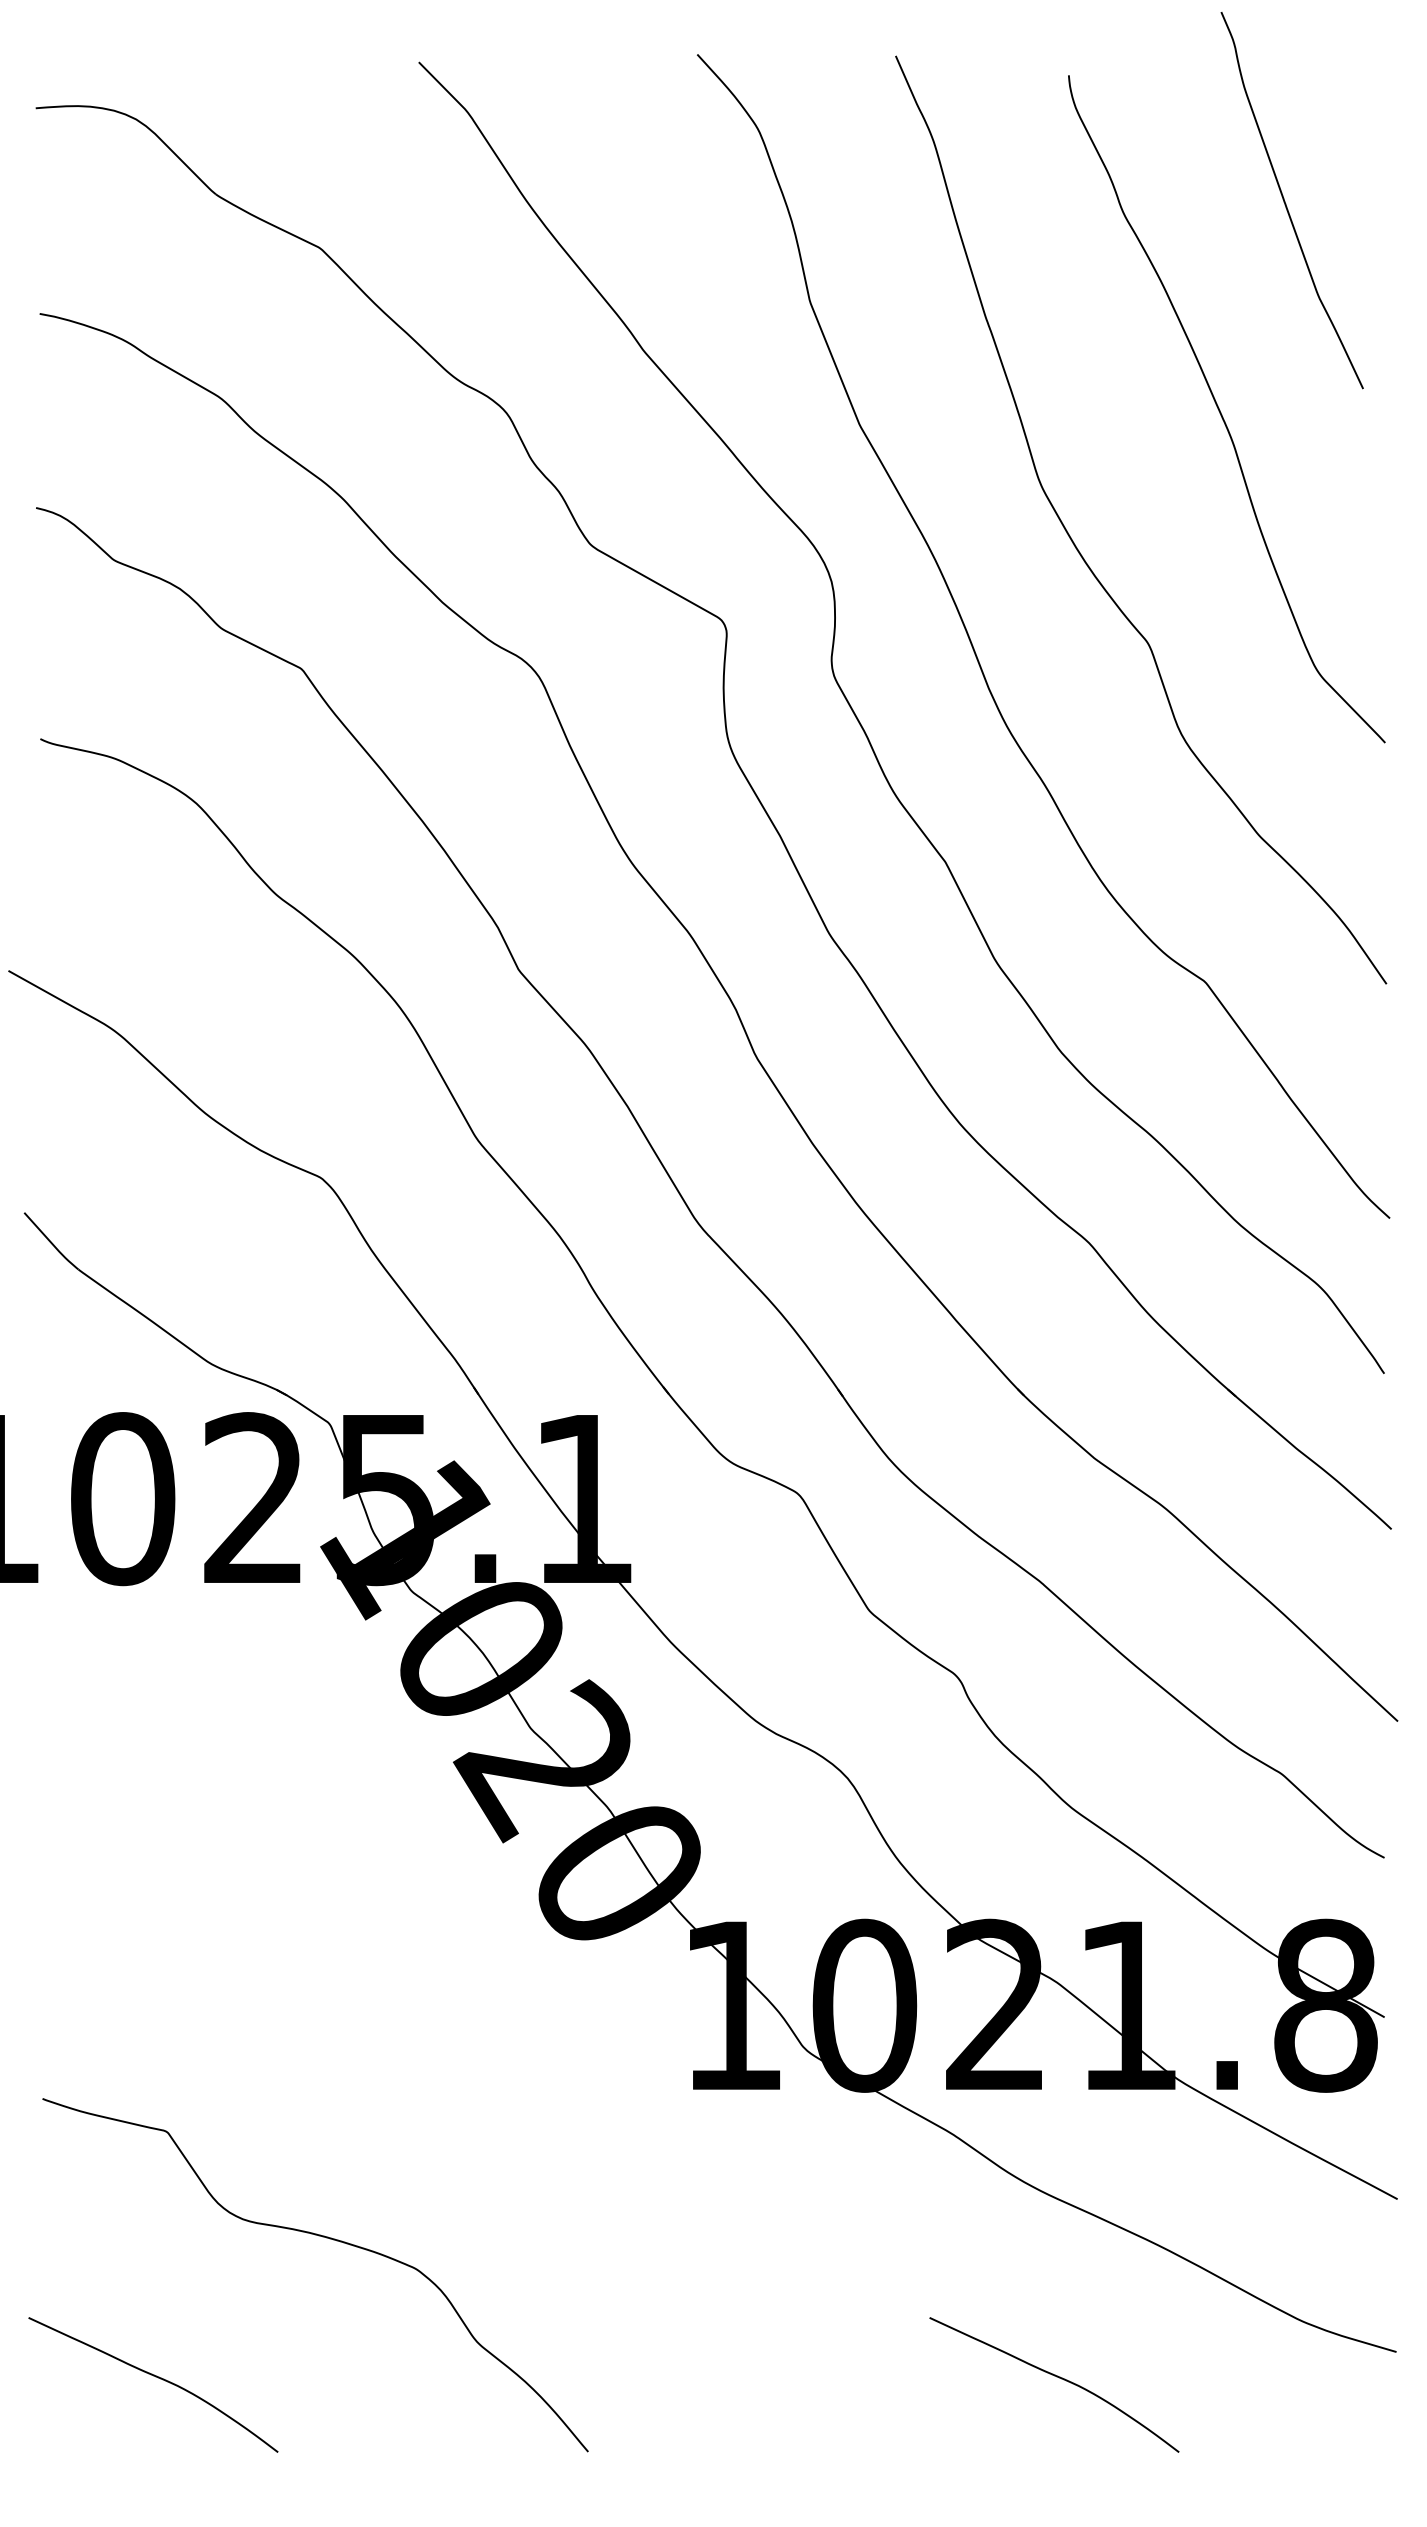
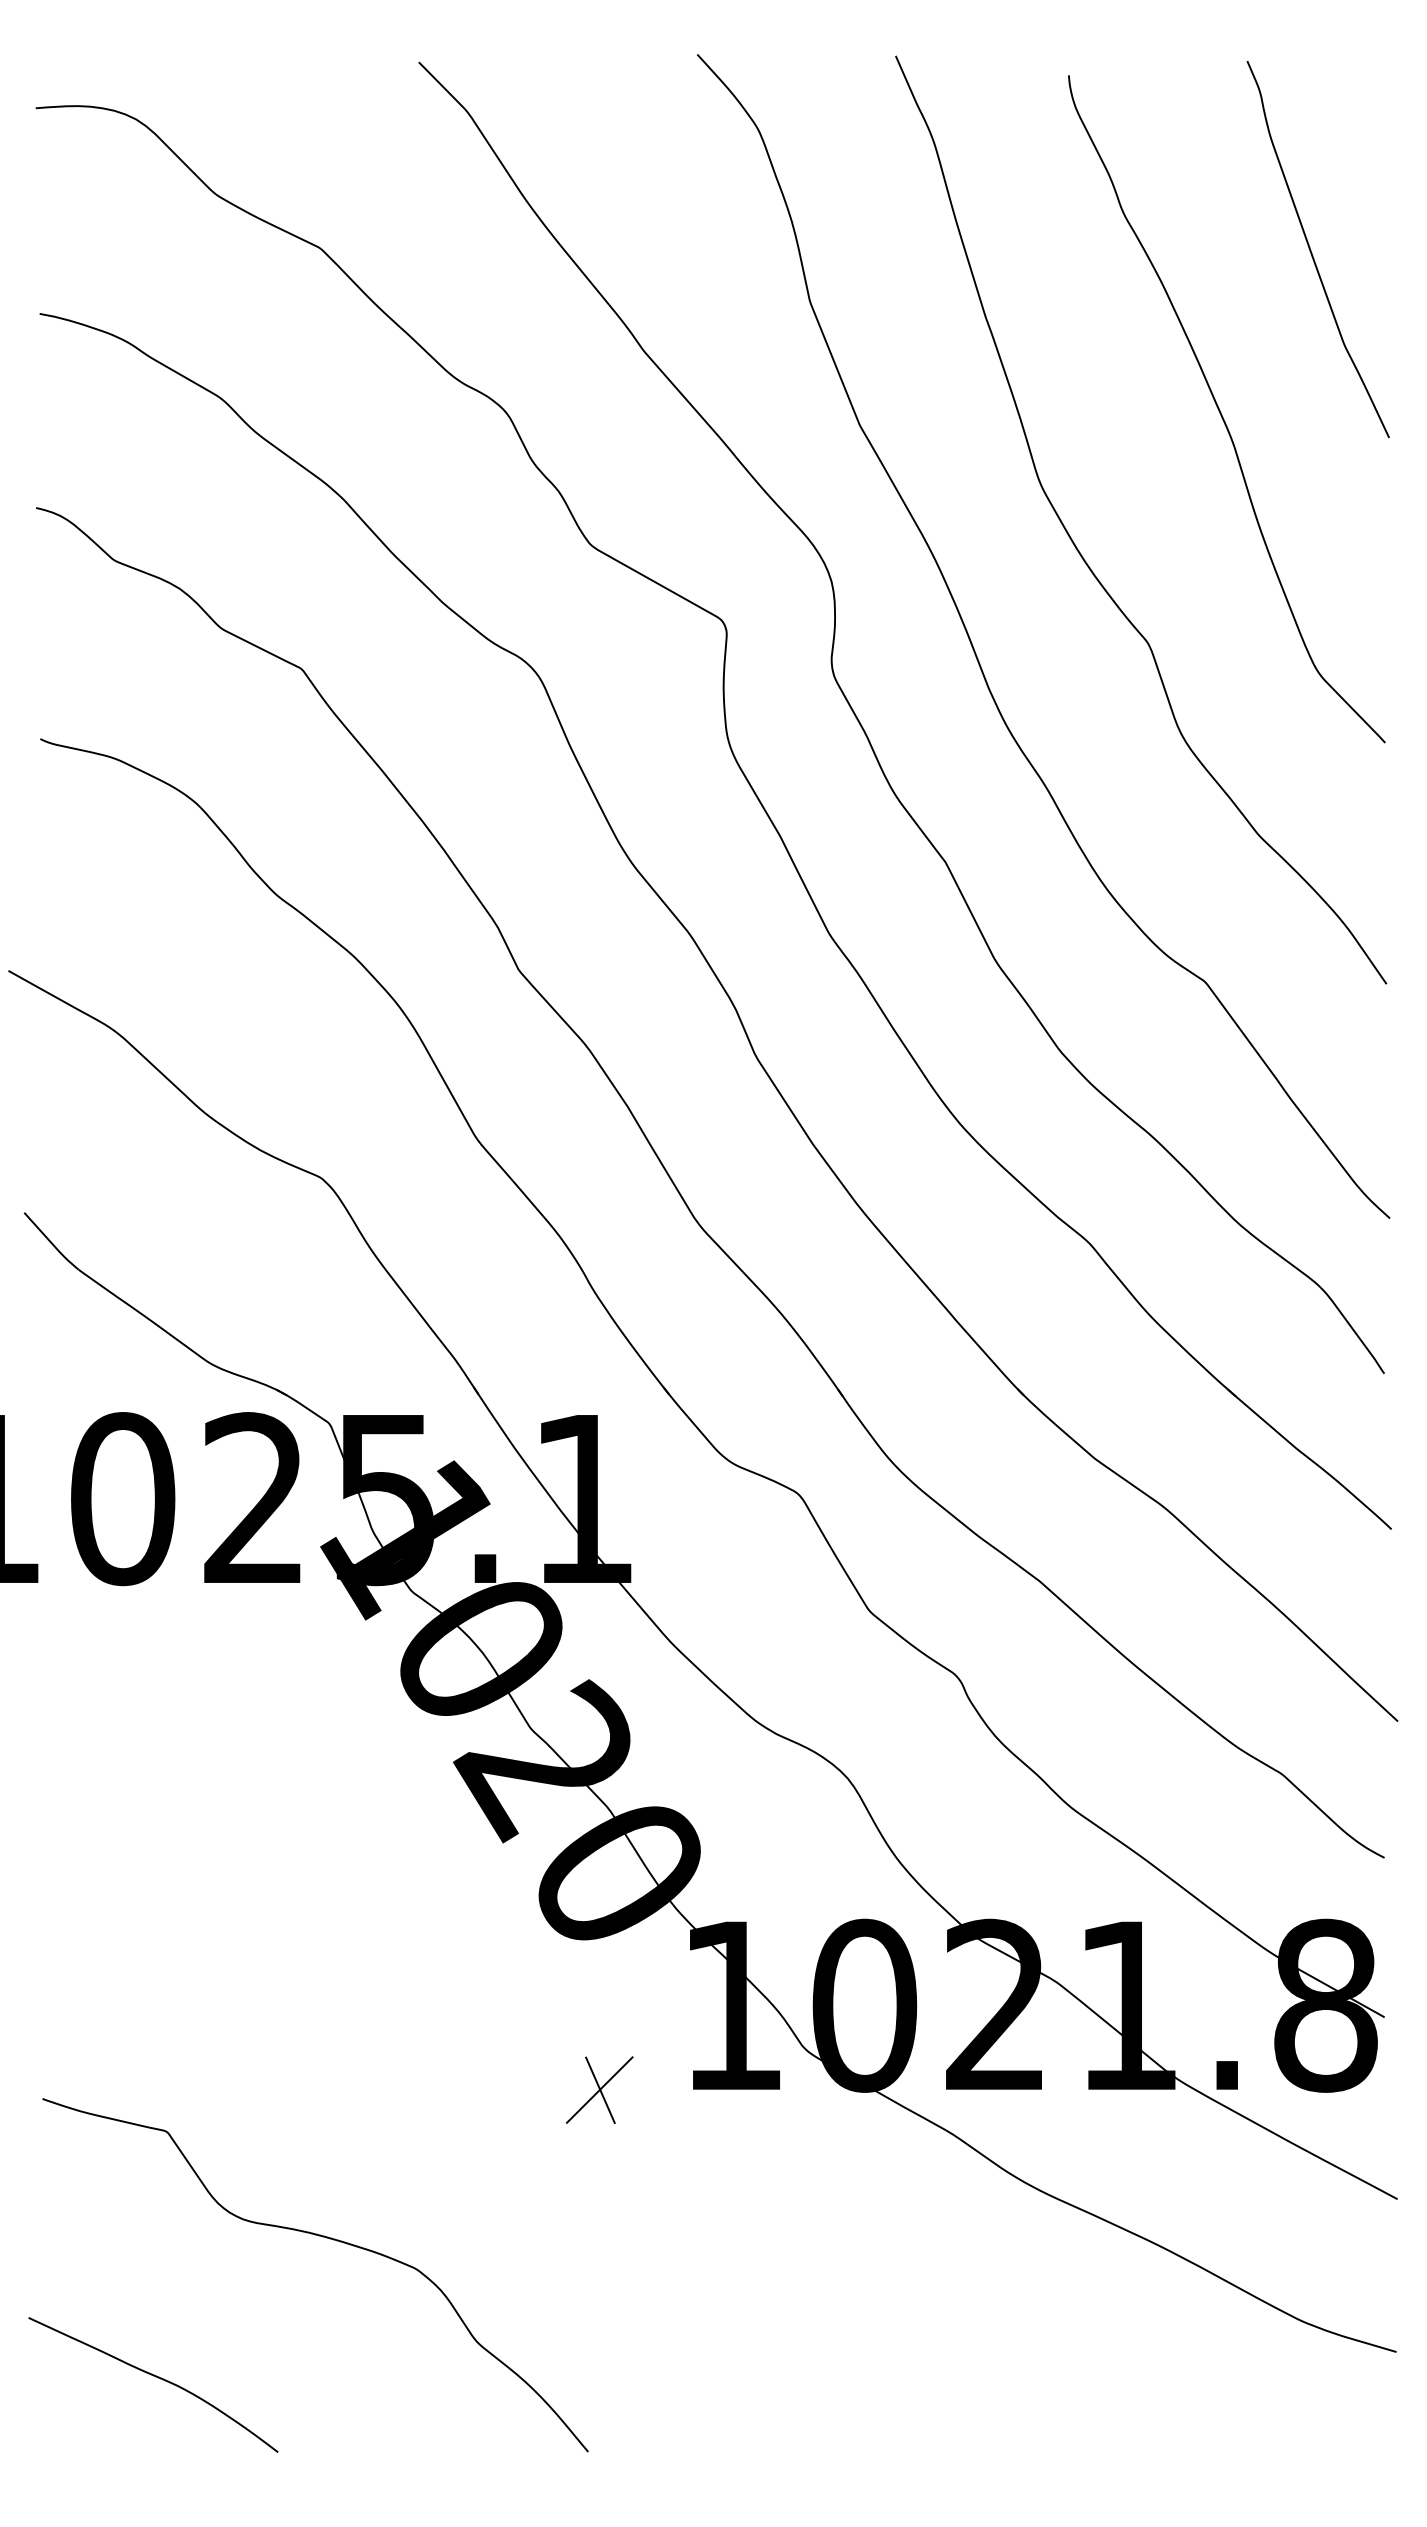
curve at (1286, 203) position: (1286, 203) -> (1312, 252)
part at (599, 2089): none -> present
curve at (1056, 2377): present -> none
